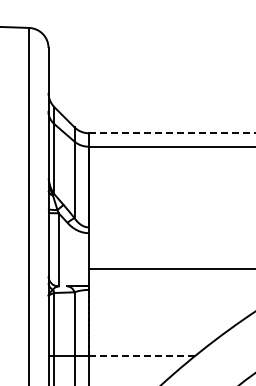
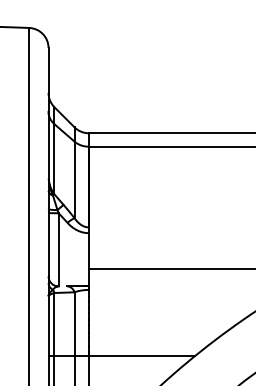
line at (172, 133): dashed -> solid
line at (141, 355): dashed -> solid
